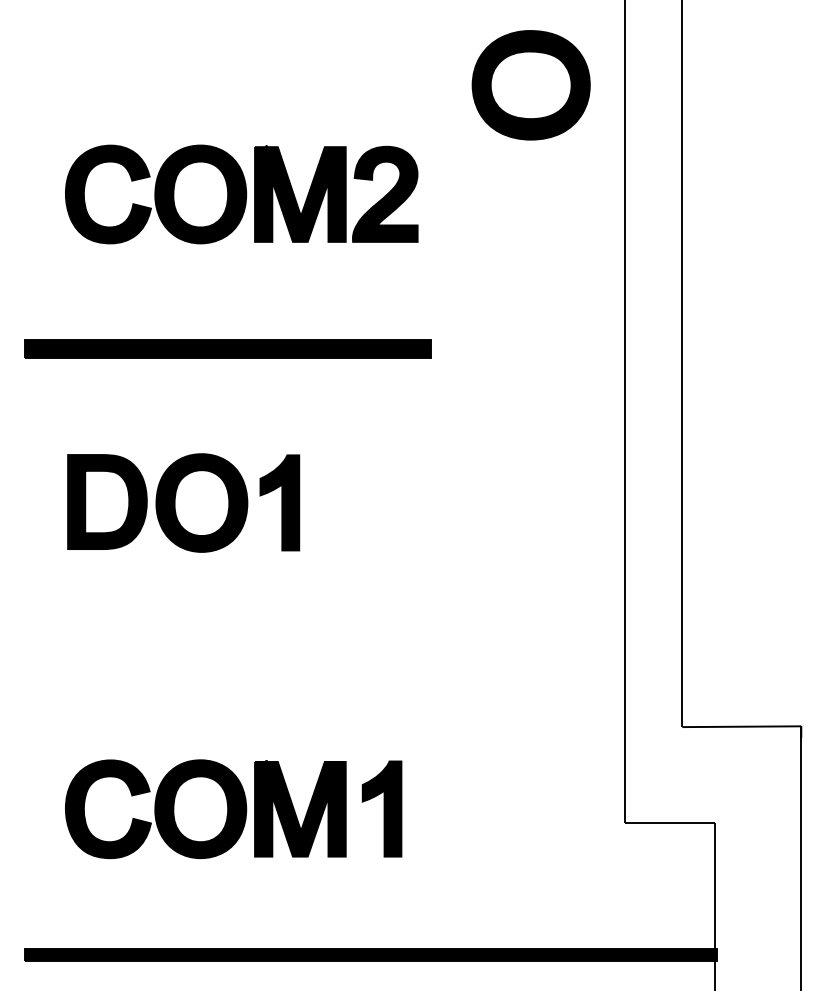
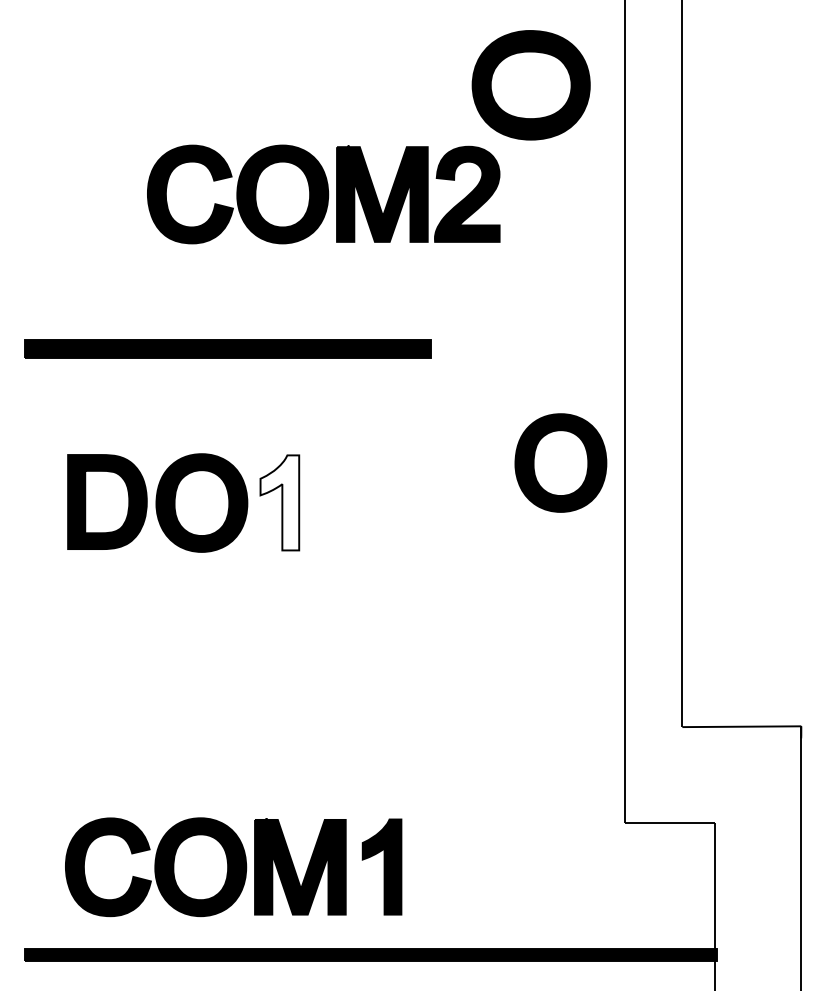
part at (241, 194) position: (241, 194) -> (323, 194)
part at (560, 462): none -> present
fill at (279, 502): present -> none
part at (233, 809) position: (233, 809) -> (233, 867)
